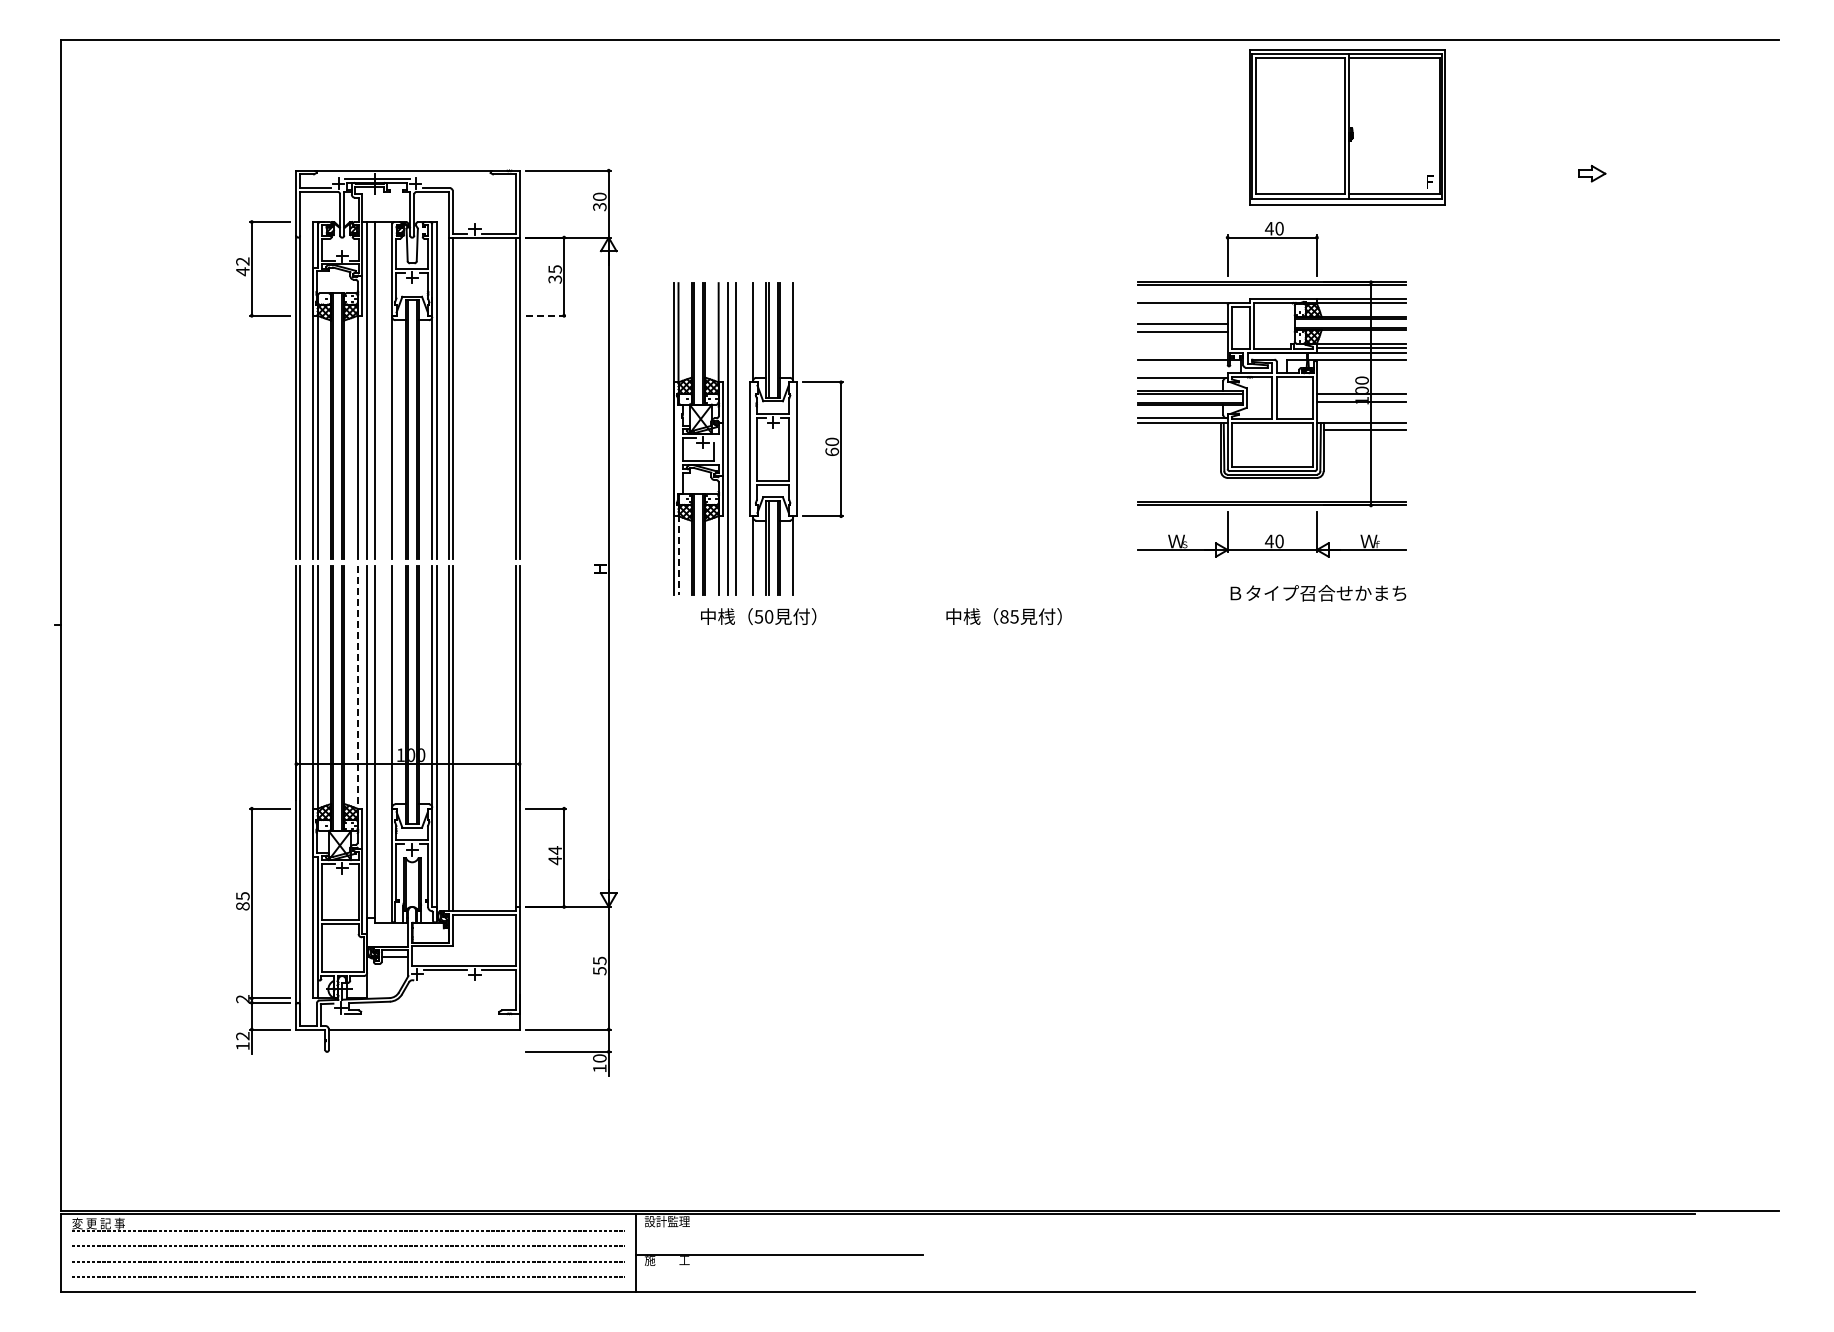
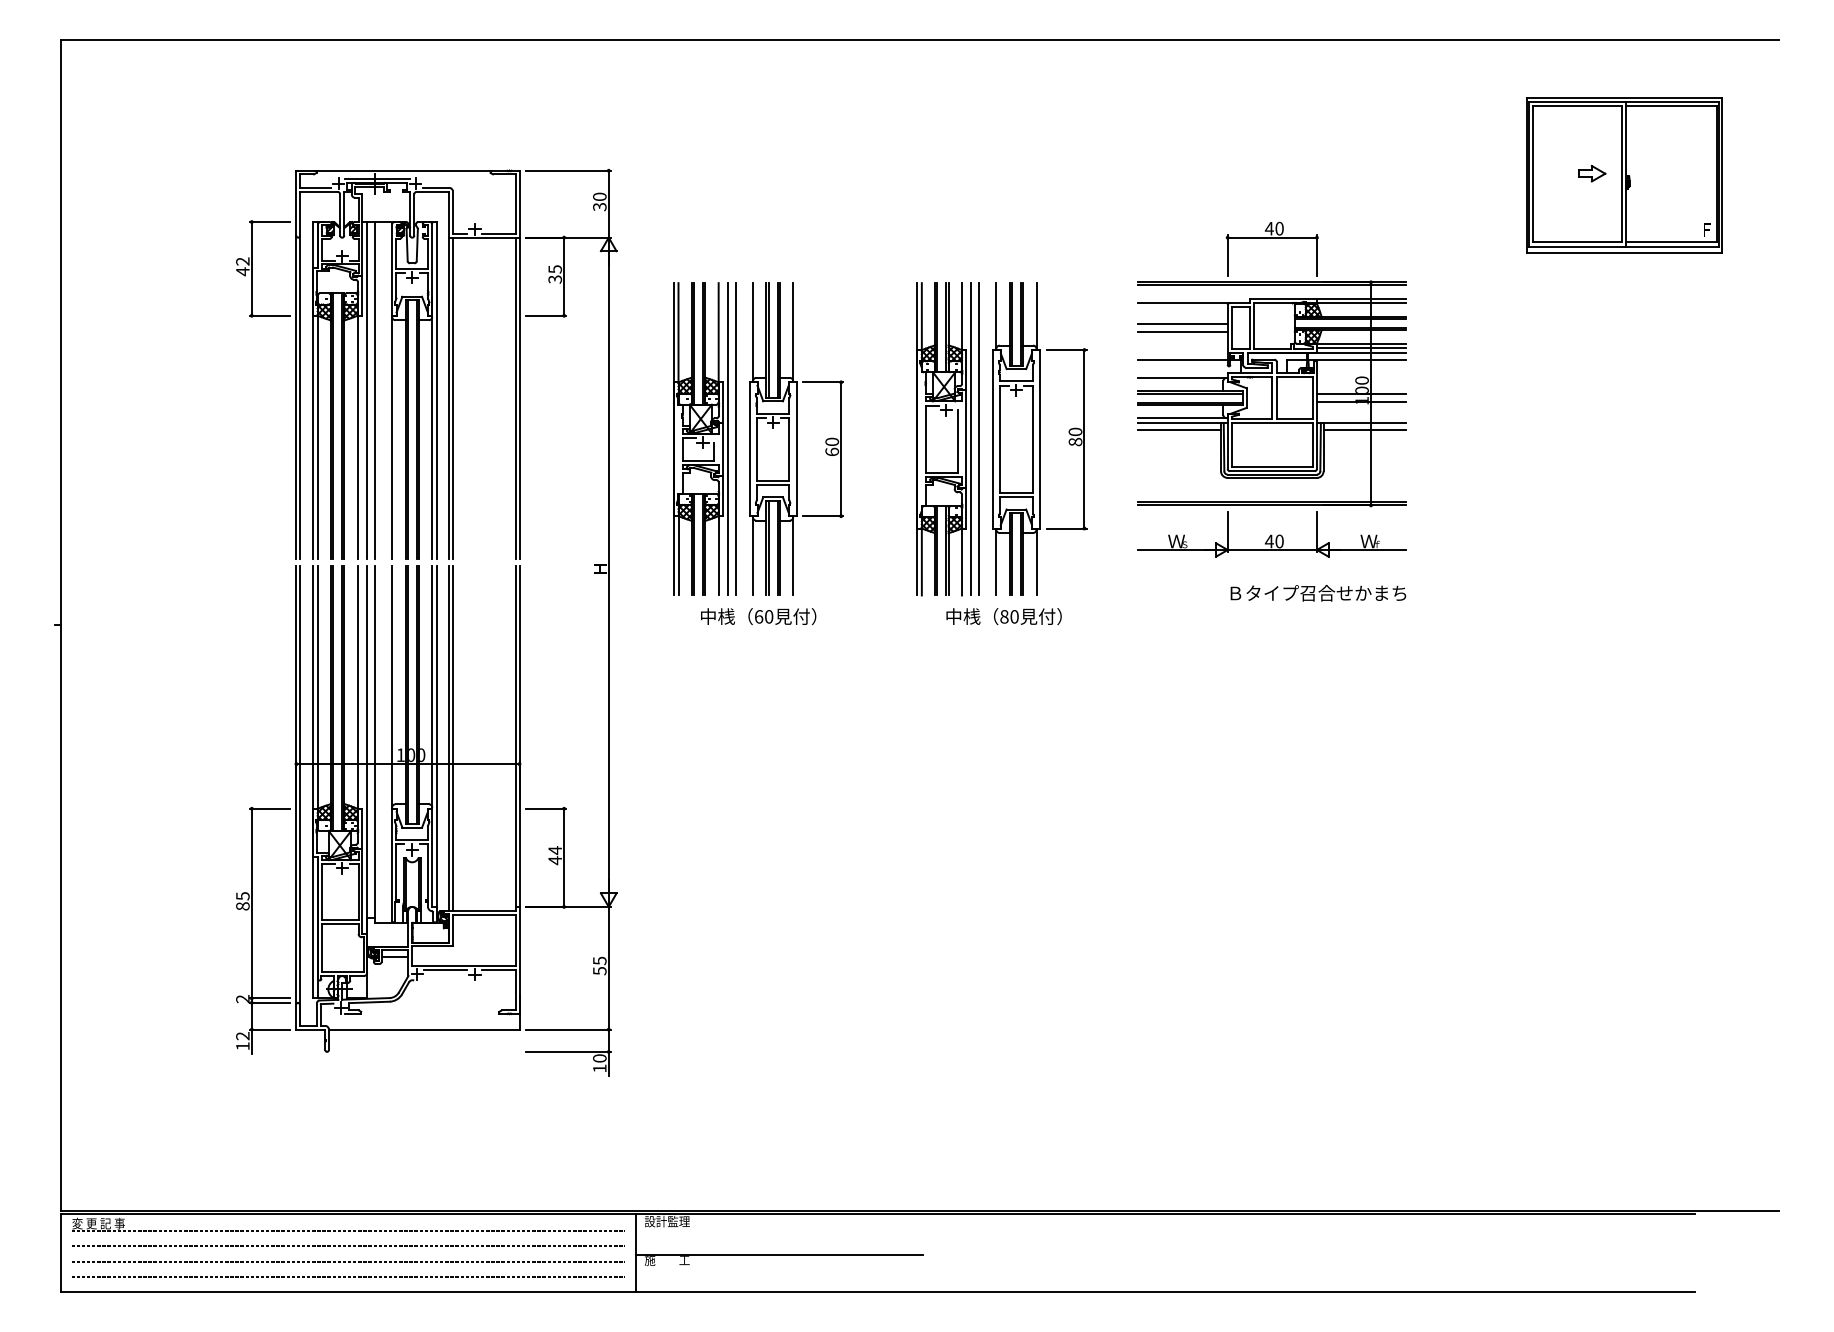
part at (1347, 127) position: (1347, 127) -> (1624, 175)
line at (546, 315): dashed -> solid
line at (1179, 429): none -> present
part at (1039, 438): none -> present
part at (947, 439): none -> present
line at (678, 555): dashed -> solid
text at (758, 616): 50 -> 60
text at (1014, 616): 85 -> 80
line at (357, 688): dashed -> solid
